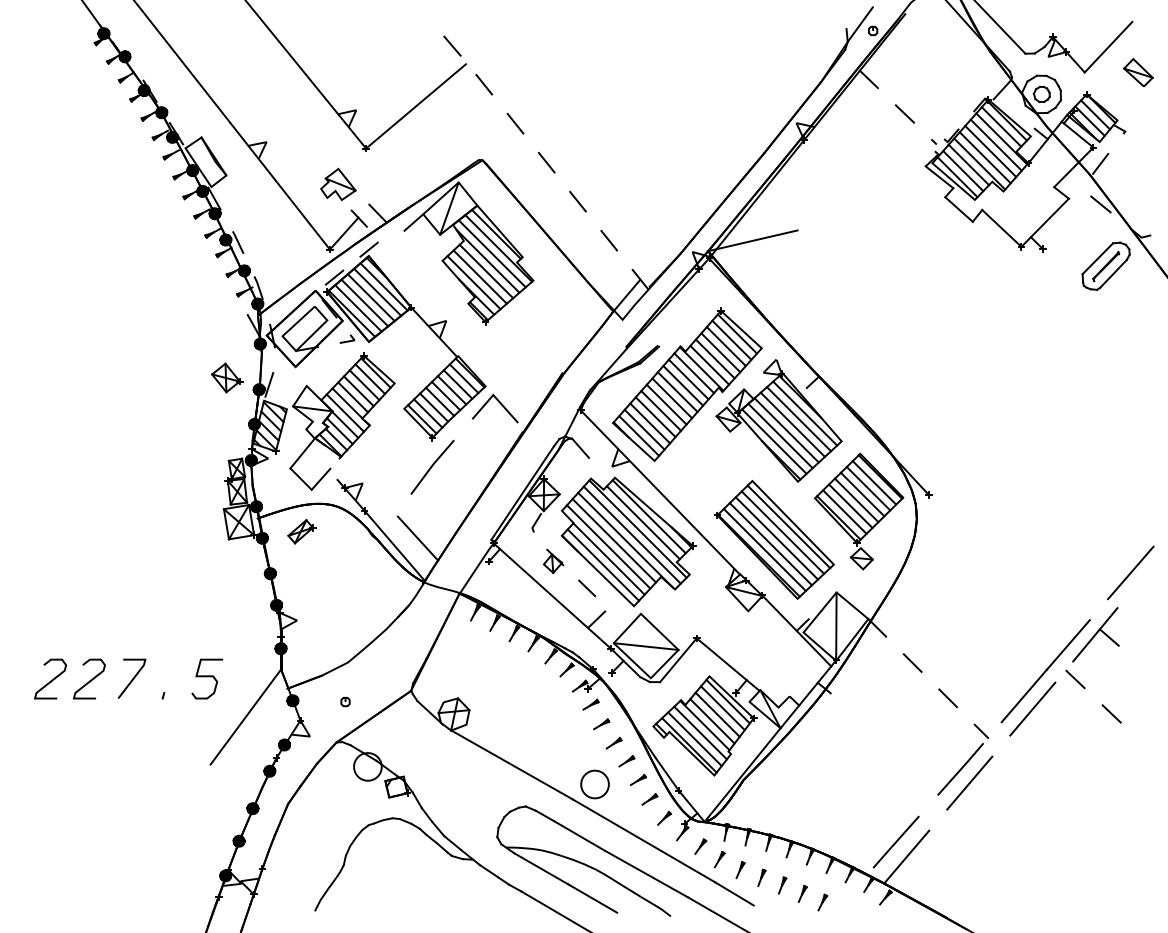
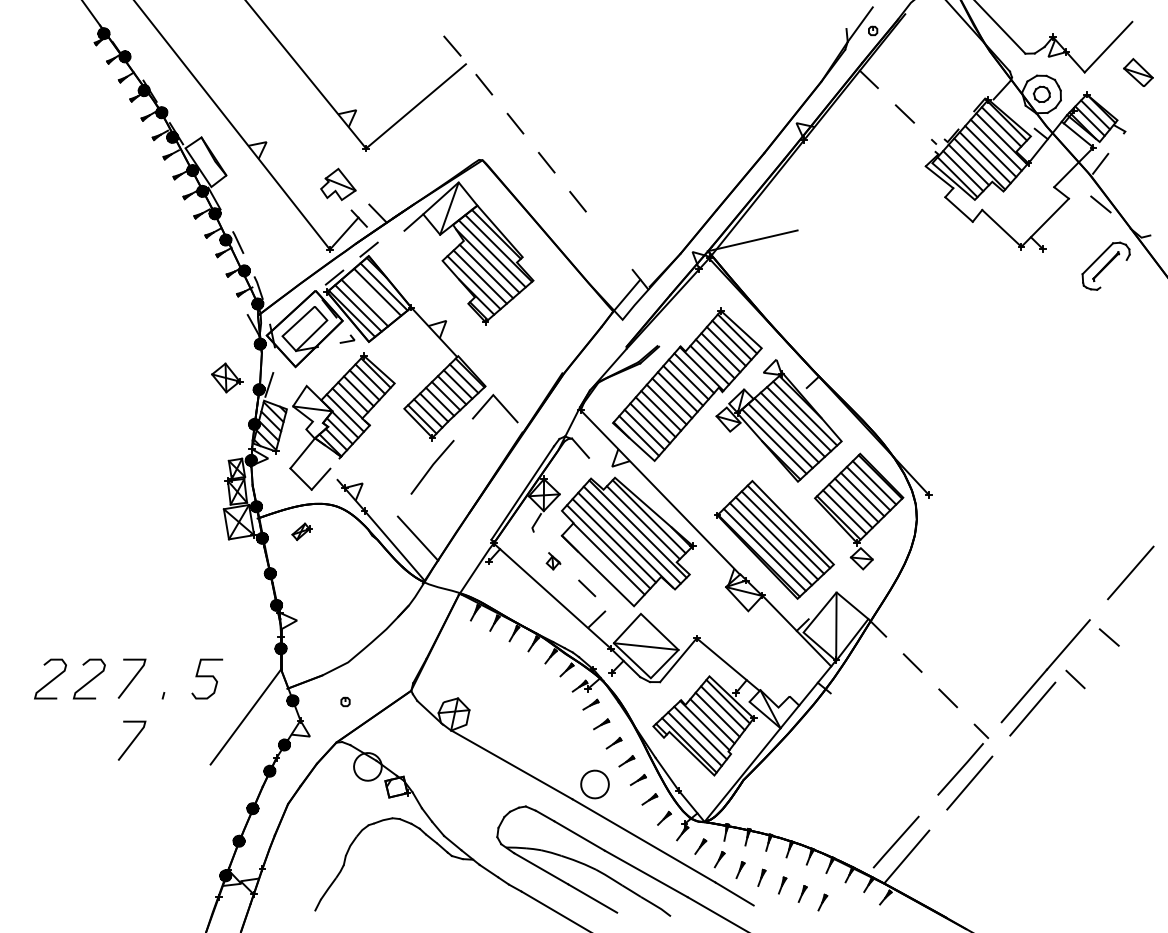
line at (609, 240): present -> none
line at (1113, 273): present -> none
line at (370, 297): present -> none
part at (301, 531) size: 30x26 px -> 22x20 px
part at (553, 560) size: 23x26 px -> 17x19 px
line at (603, 564): present -> none
line at (1095, 634): present -> none
line at (1111, 713): present -> none
line at (132, 740): none -> present
